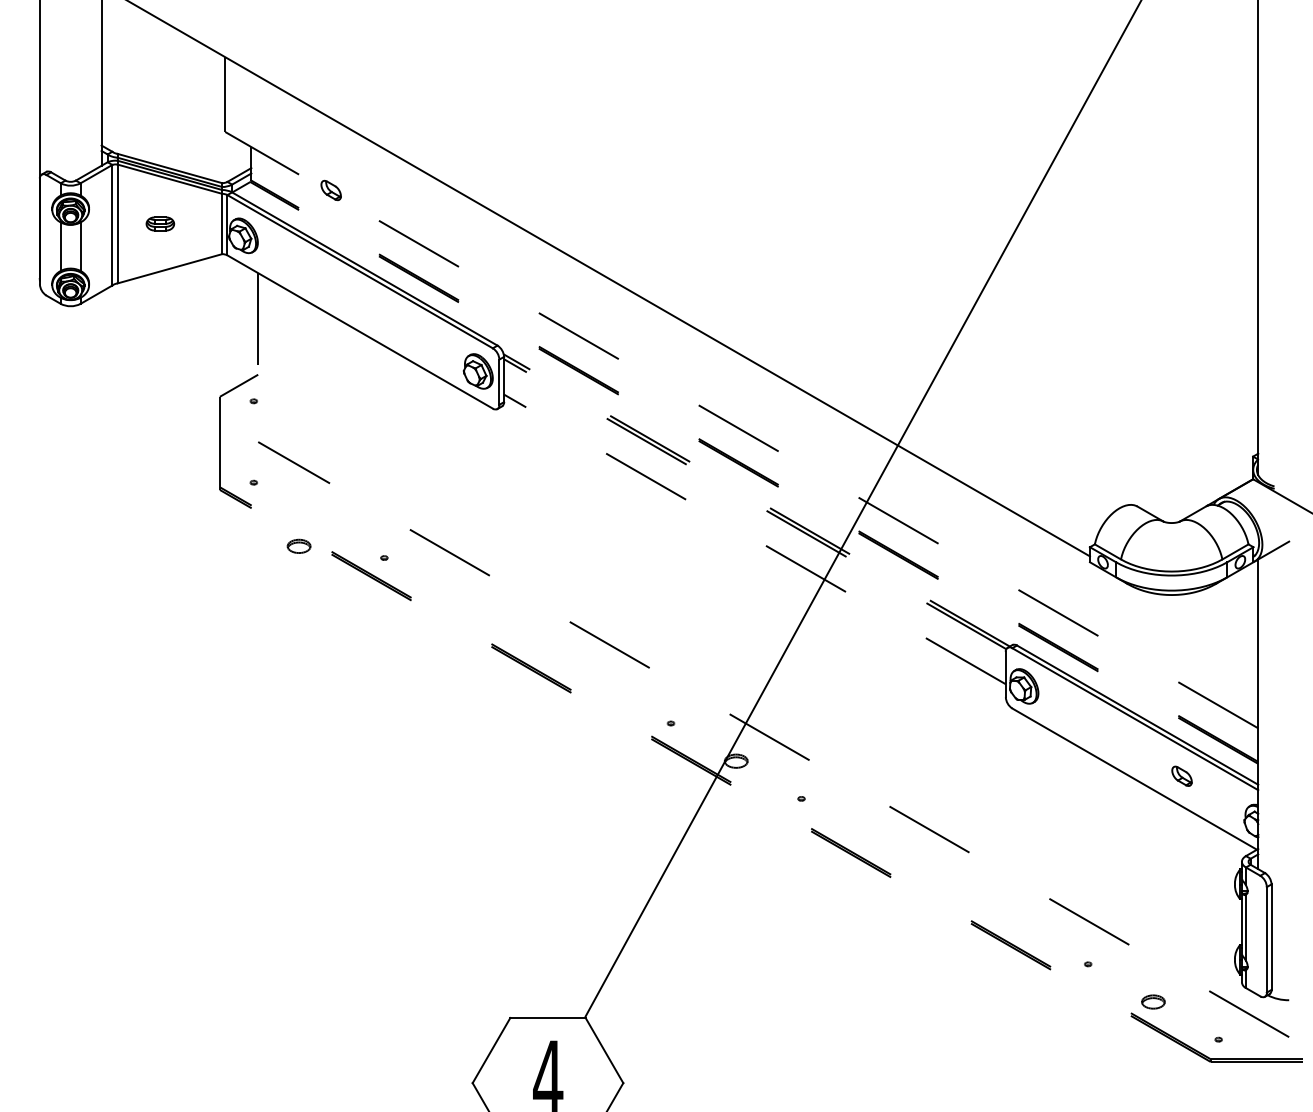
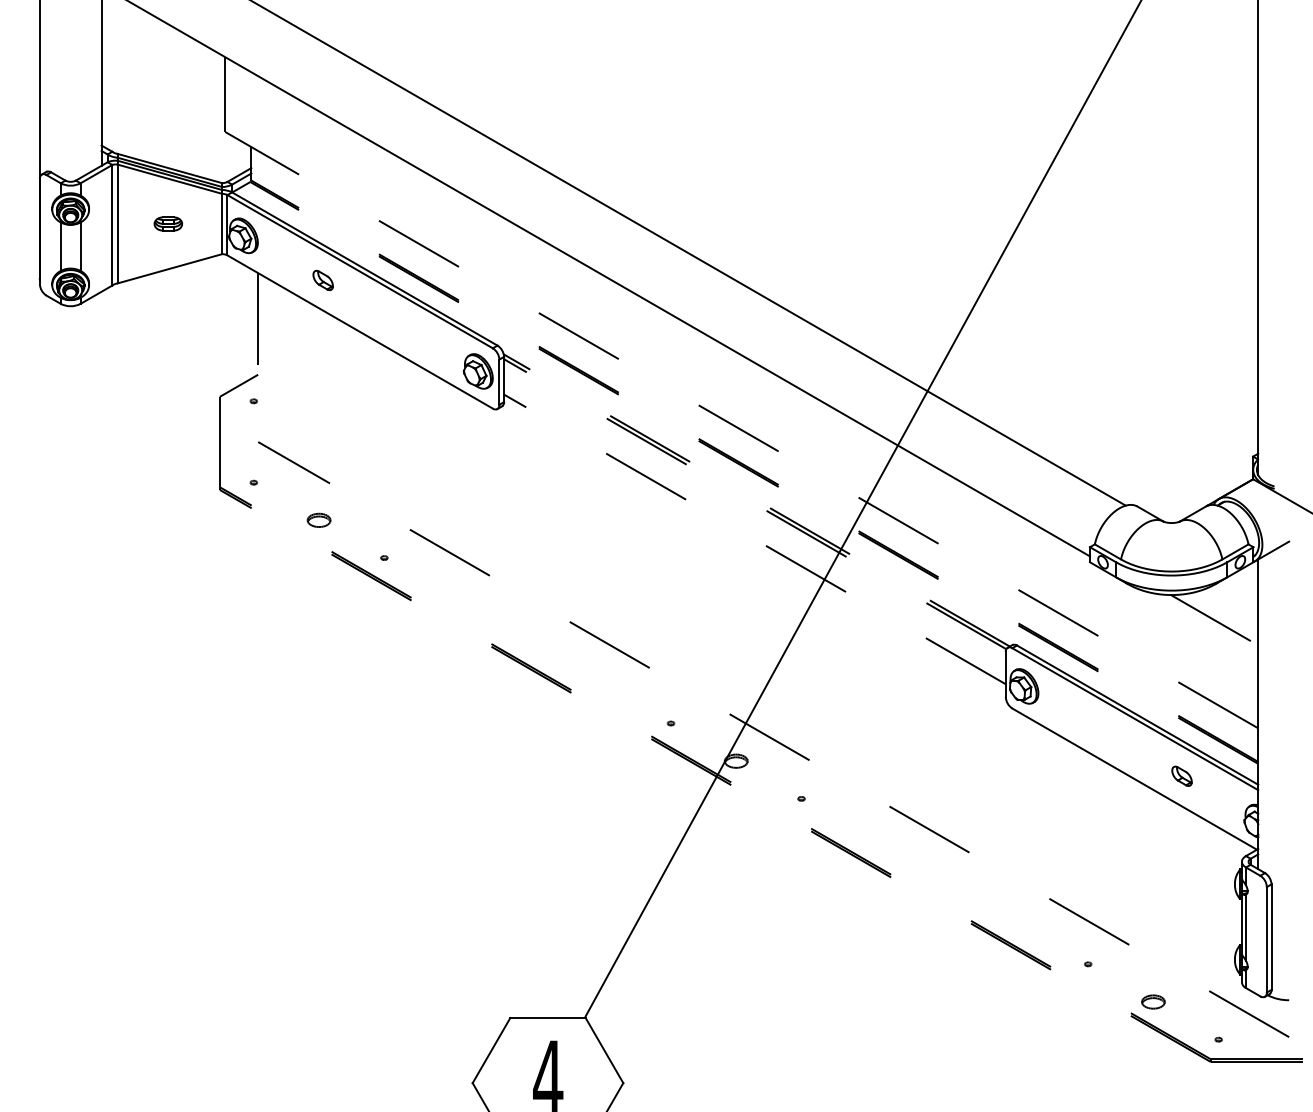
part at (330, 190) position: (330, 190) -> (322, 280)
part at (160, 223) position: (160, 223) -> (168, 223)
line at (689, 253): none -> present
part at (298, 545) position: (298, 545) -> (318, 519)
line at (1214, 620): none -> present
